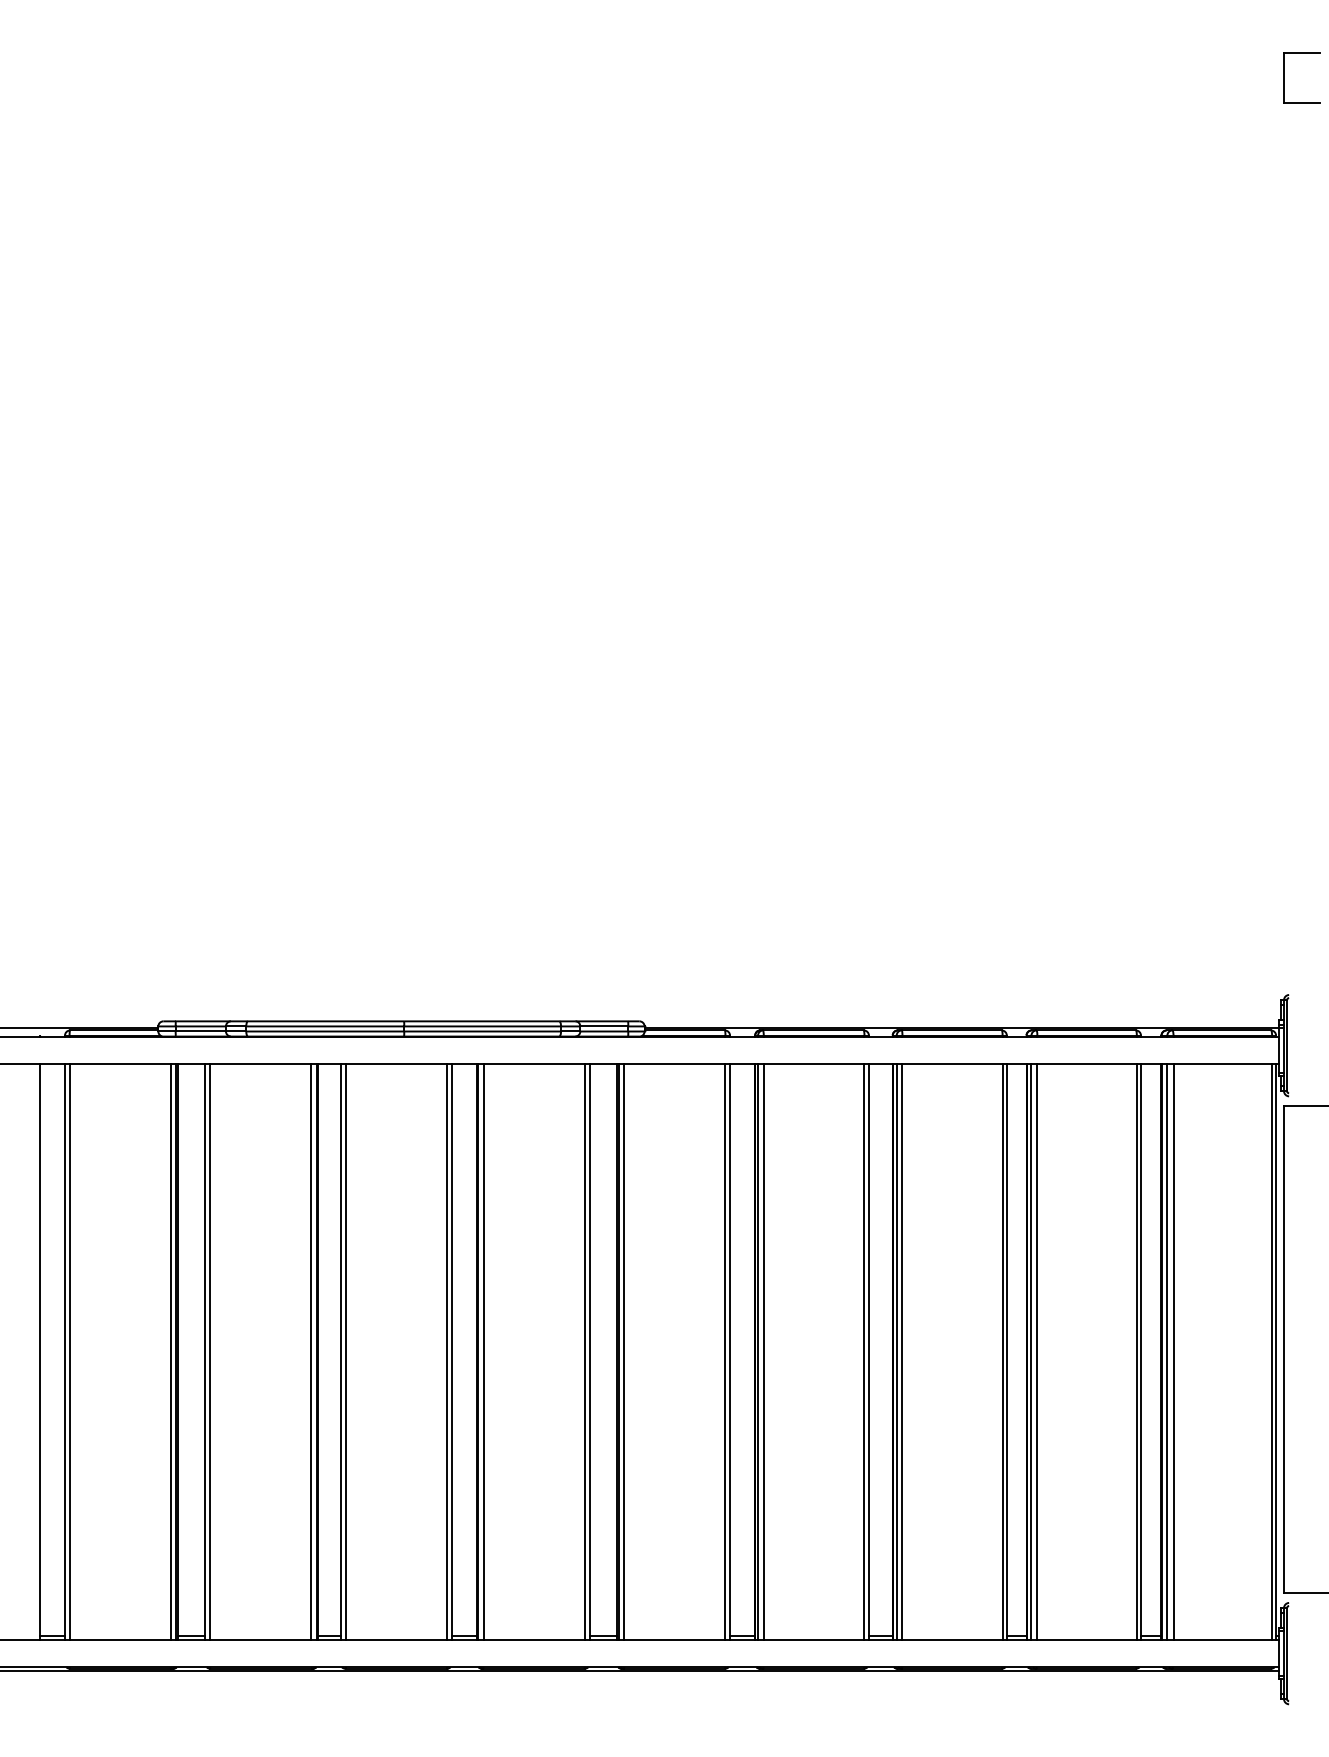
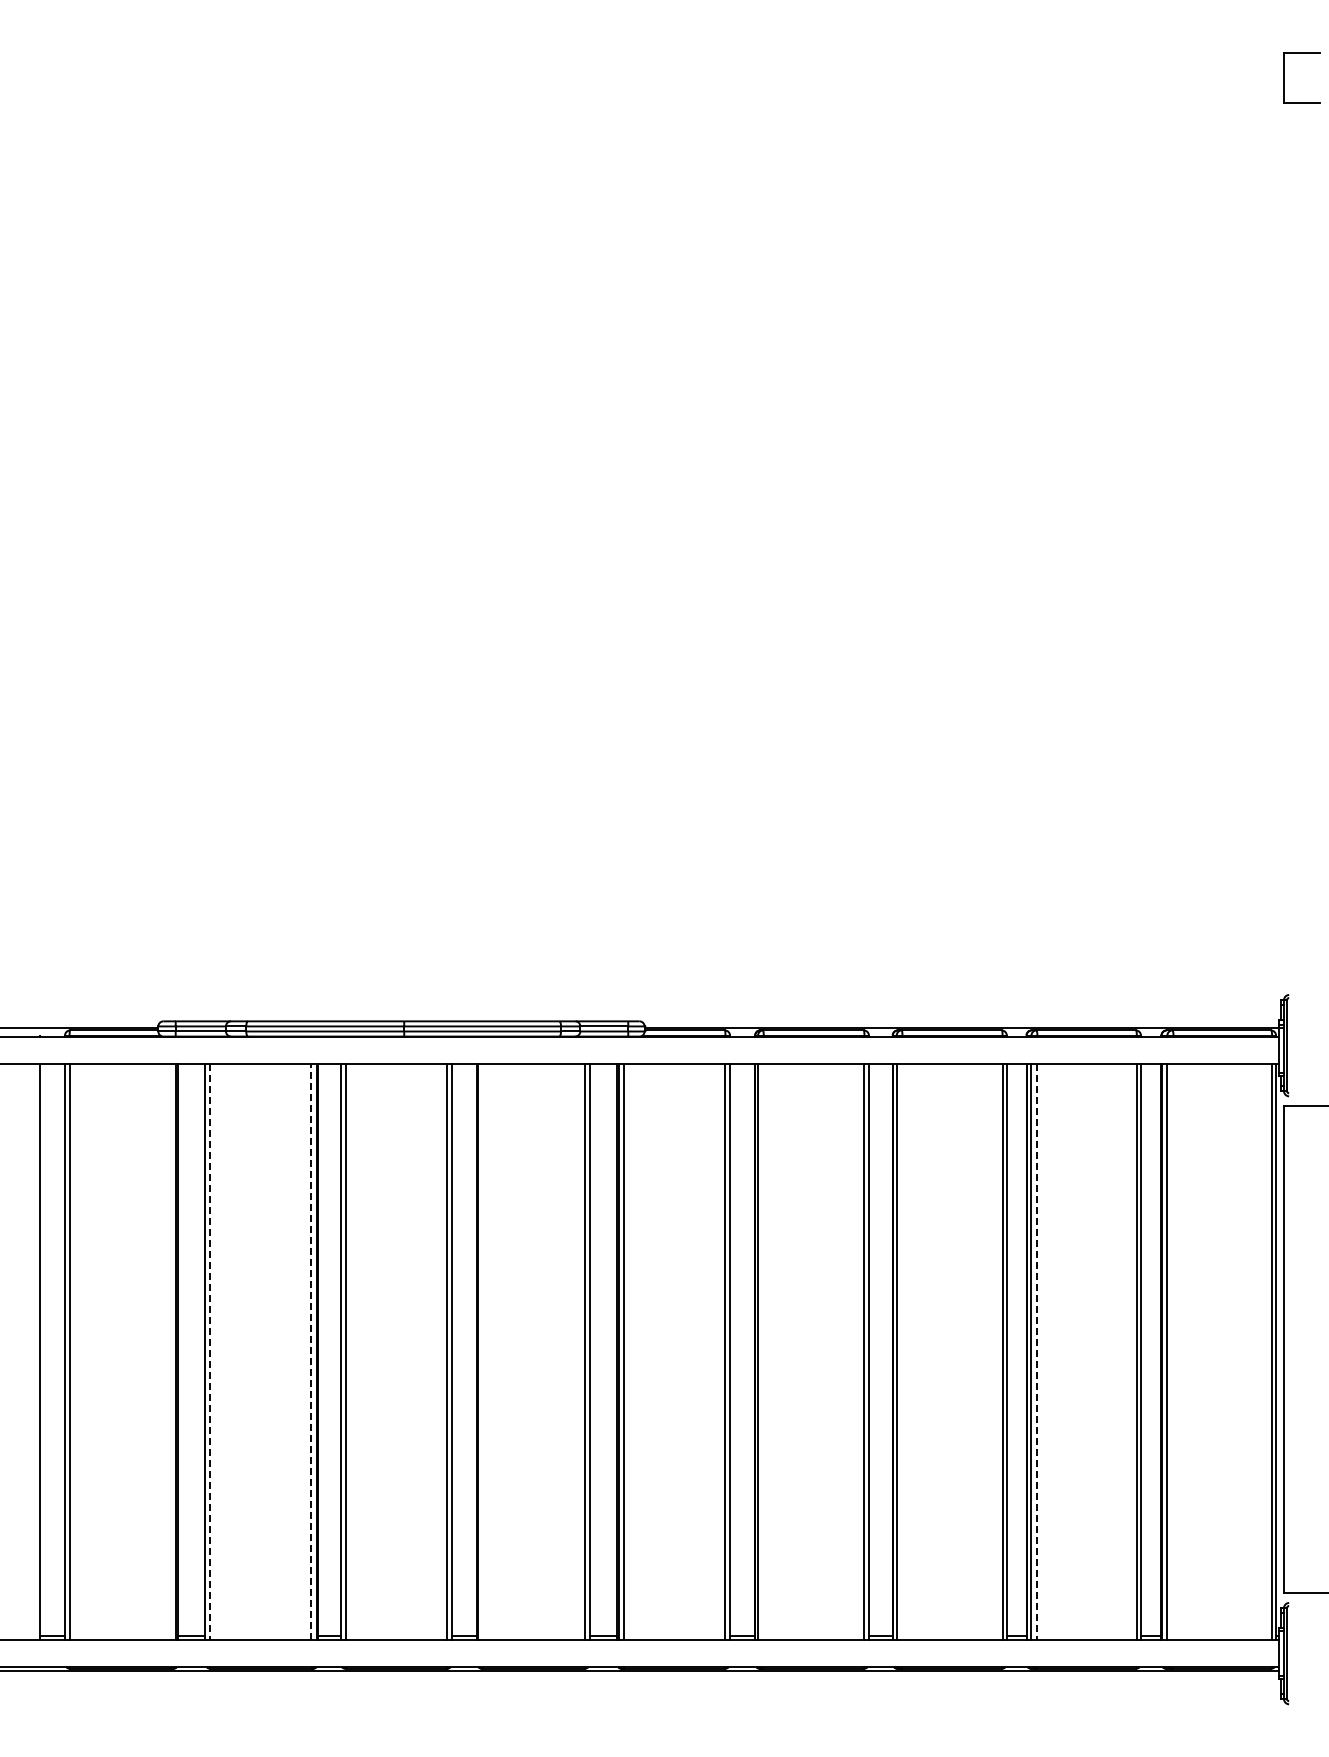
line at (170, 1351): present -> none
line at (483, 1351): present -> none
line at (763, 1351): present -> none
line at (902, 1351): present -> none
line at (1173, 1351): present -> none
line at (210, 1352): solid -> dashed
line at (311, 1352): solid -> dashed
line at (1037, 1352): solid -> dashed
